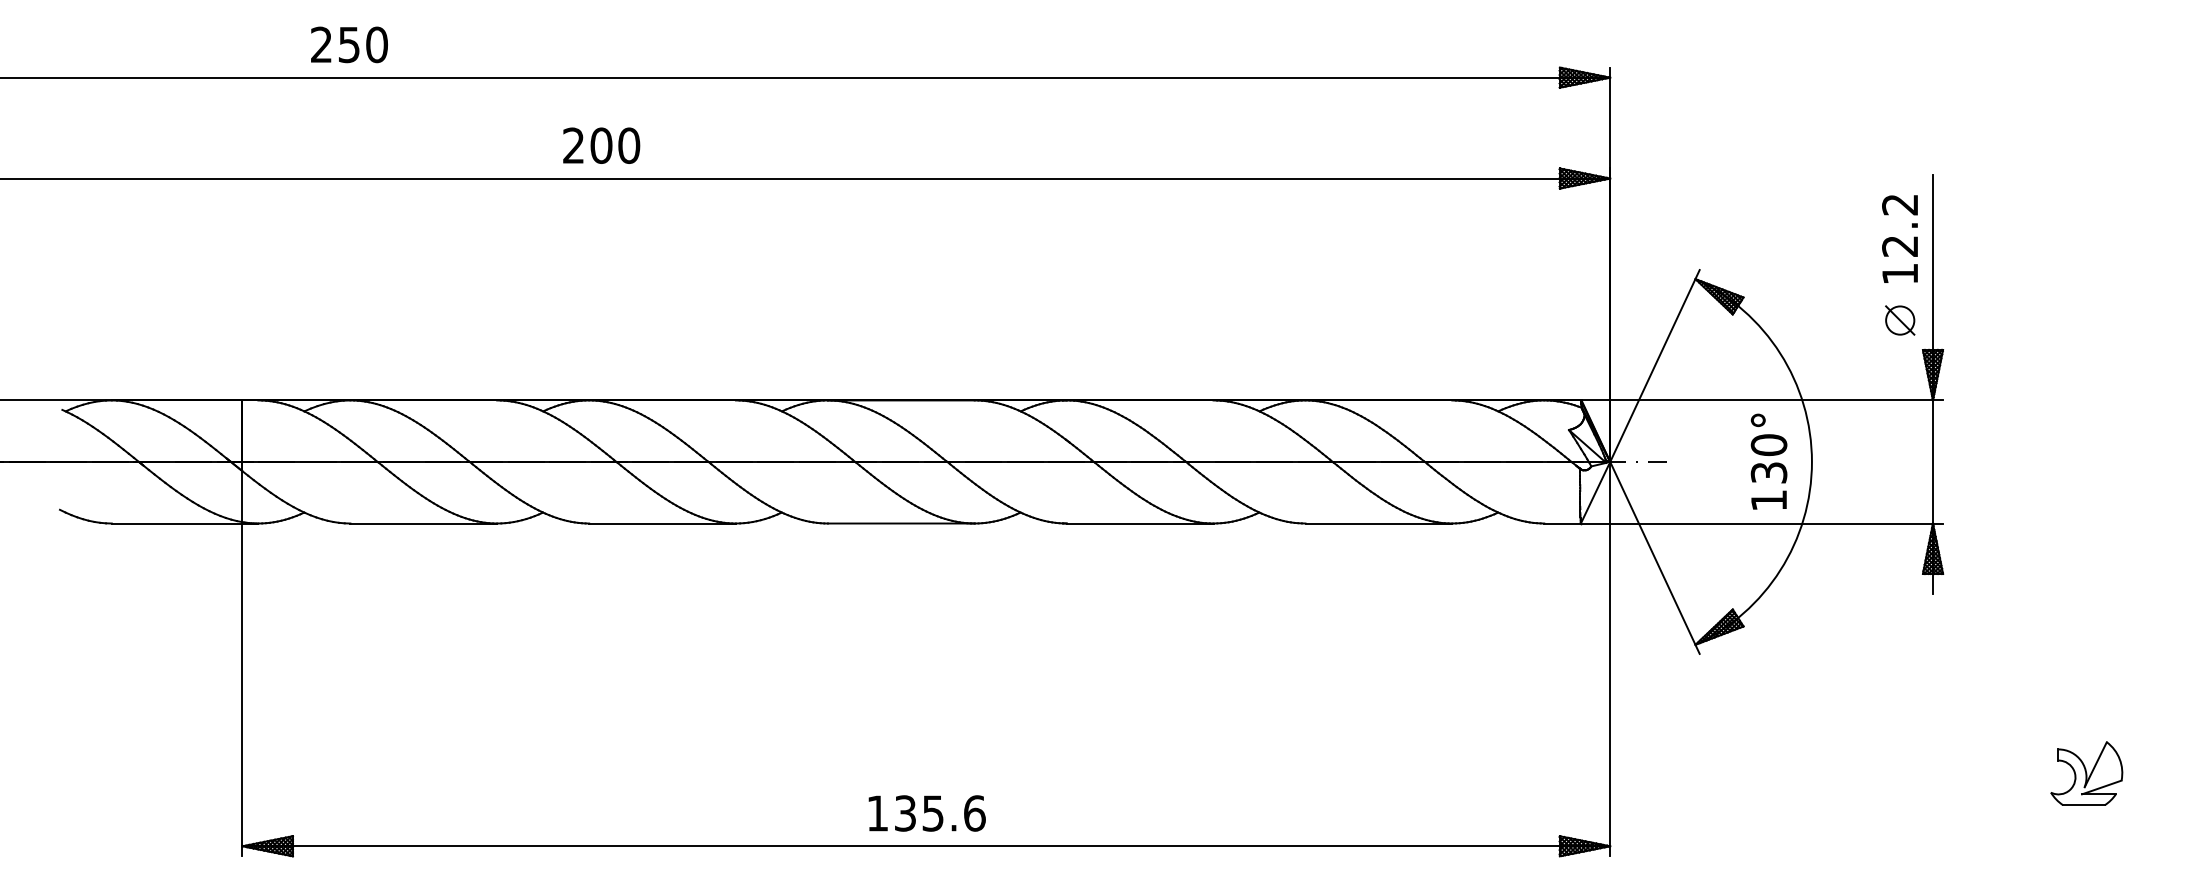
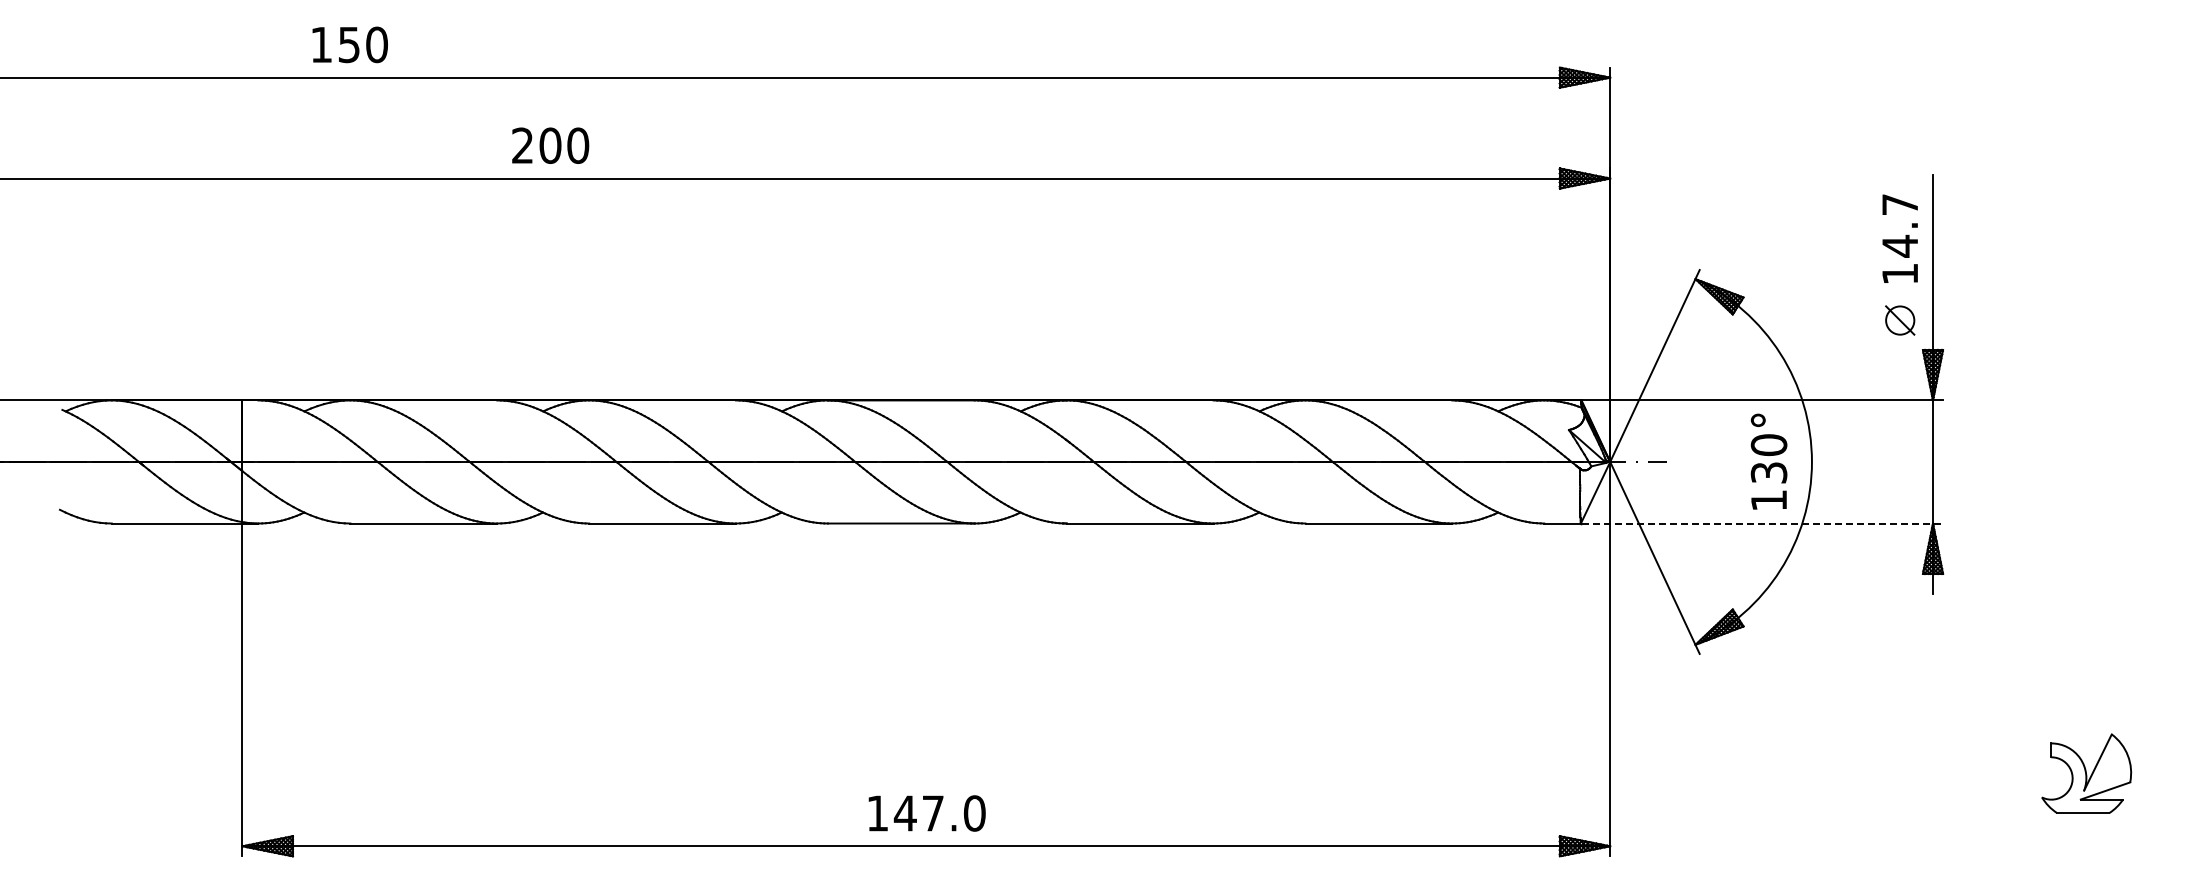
text at (321, 44): 250 -> 150
text at (601, 145) position: (601, 145) -> (550, 145)
text at (1899, 225): 12.2 -> 14.7
line at (1762, 523): solid -> dashed
part at (2086, 773) size: 74x65 px -> 92x81 px
text at (939, 813): 135.6 -> 147.0
